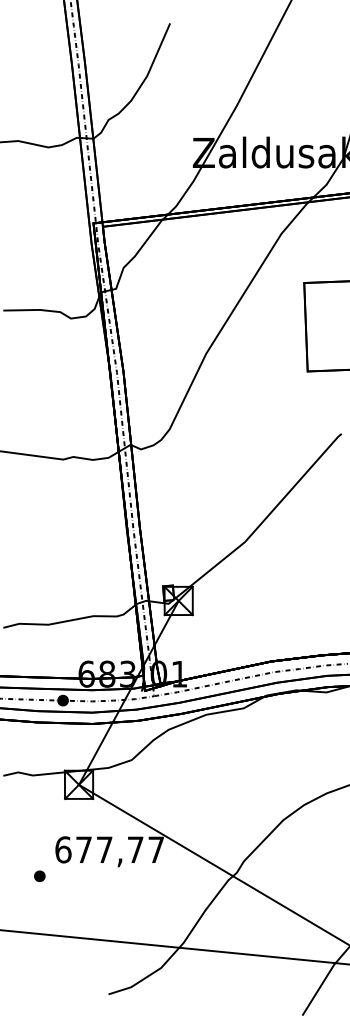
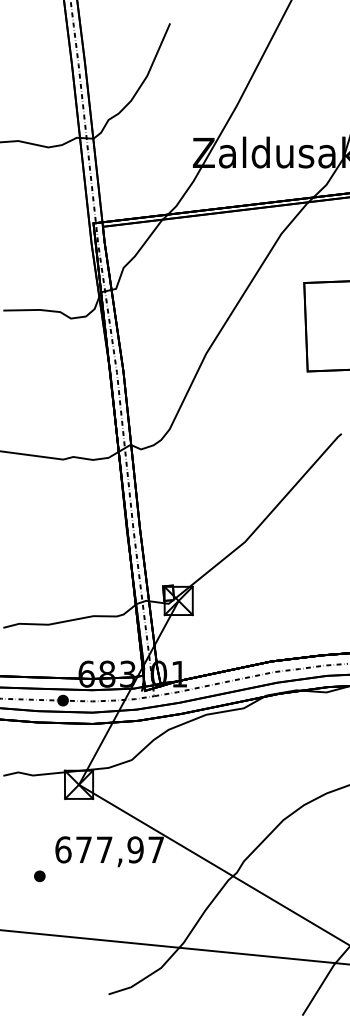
text at (135, 849): 677,77 -> 677,97
